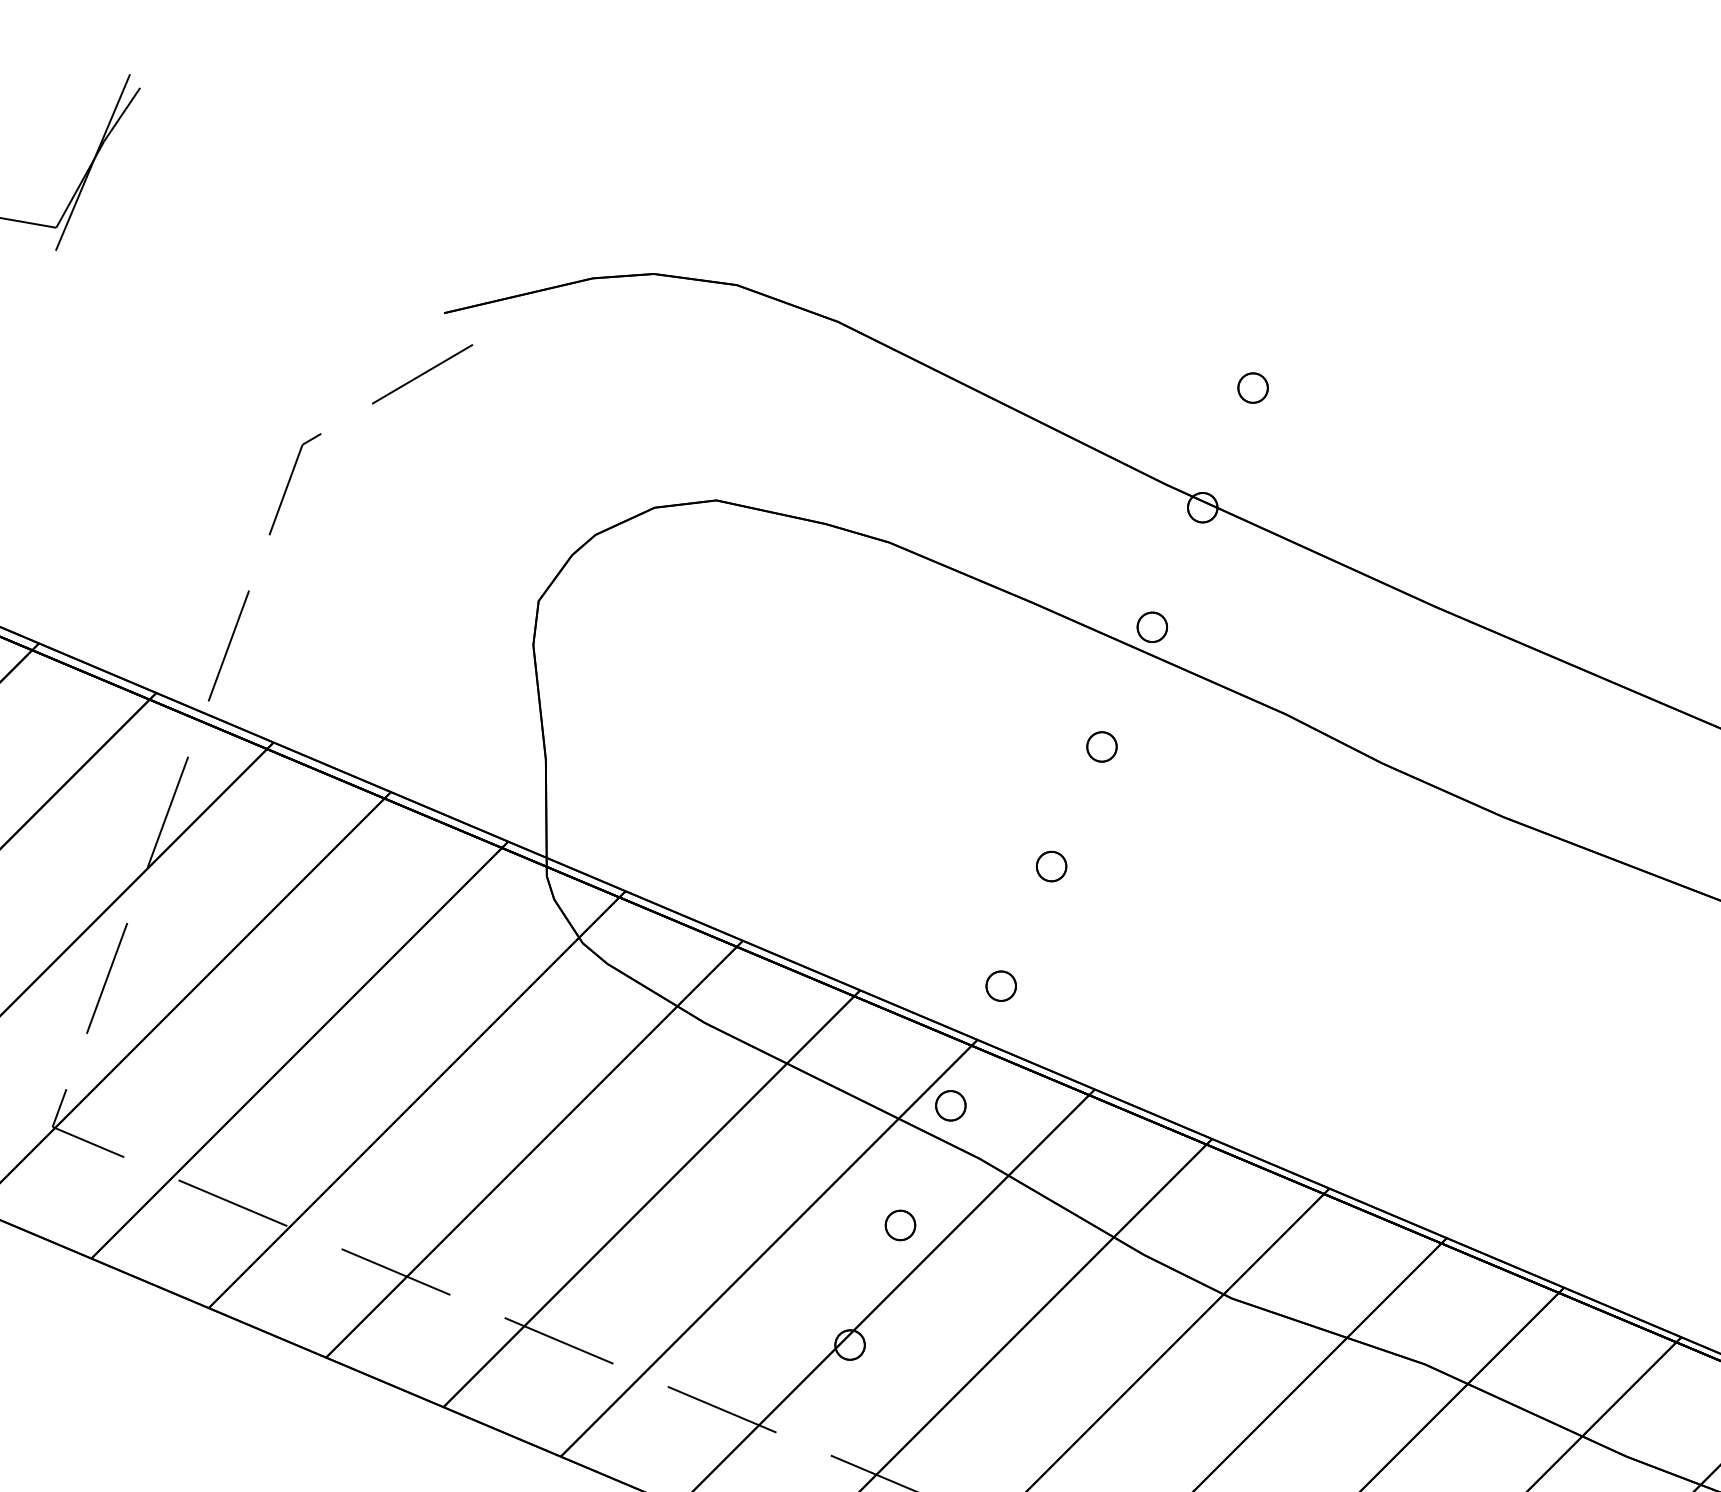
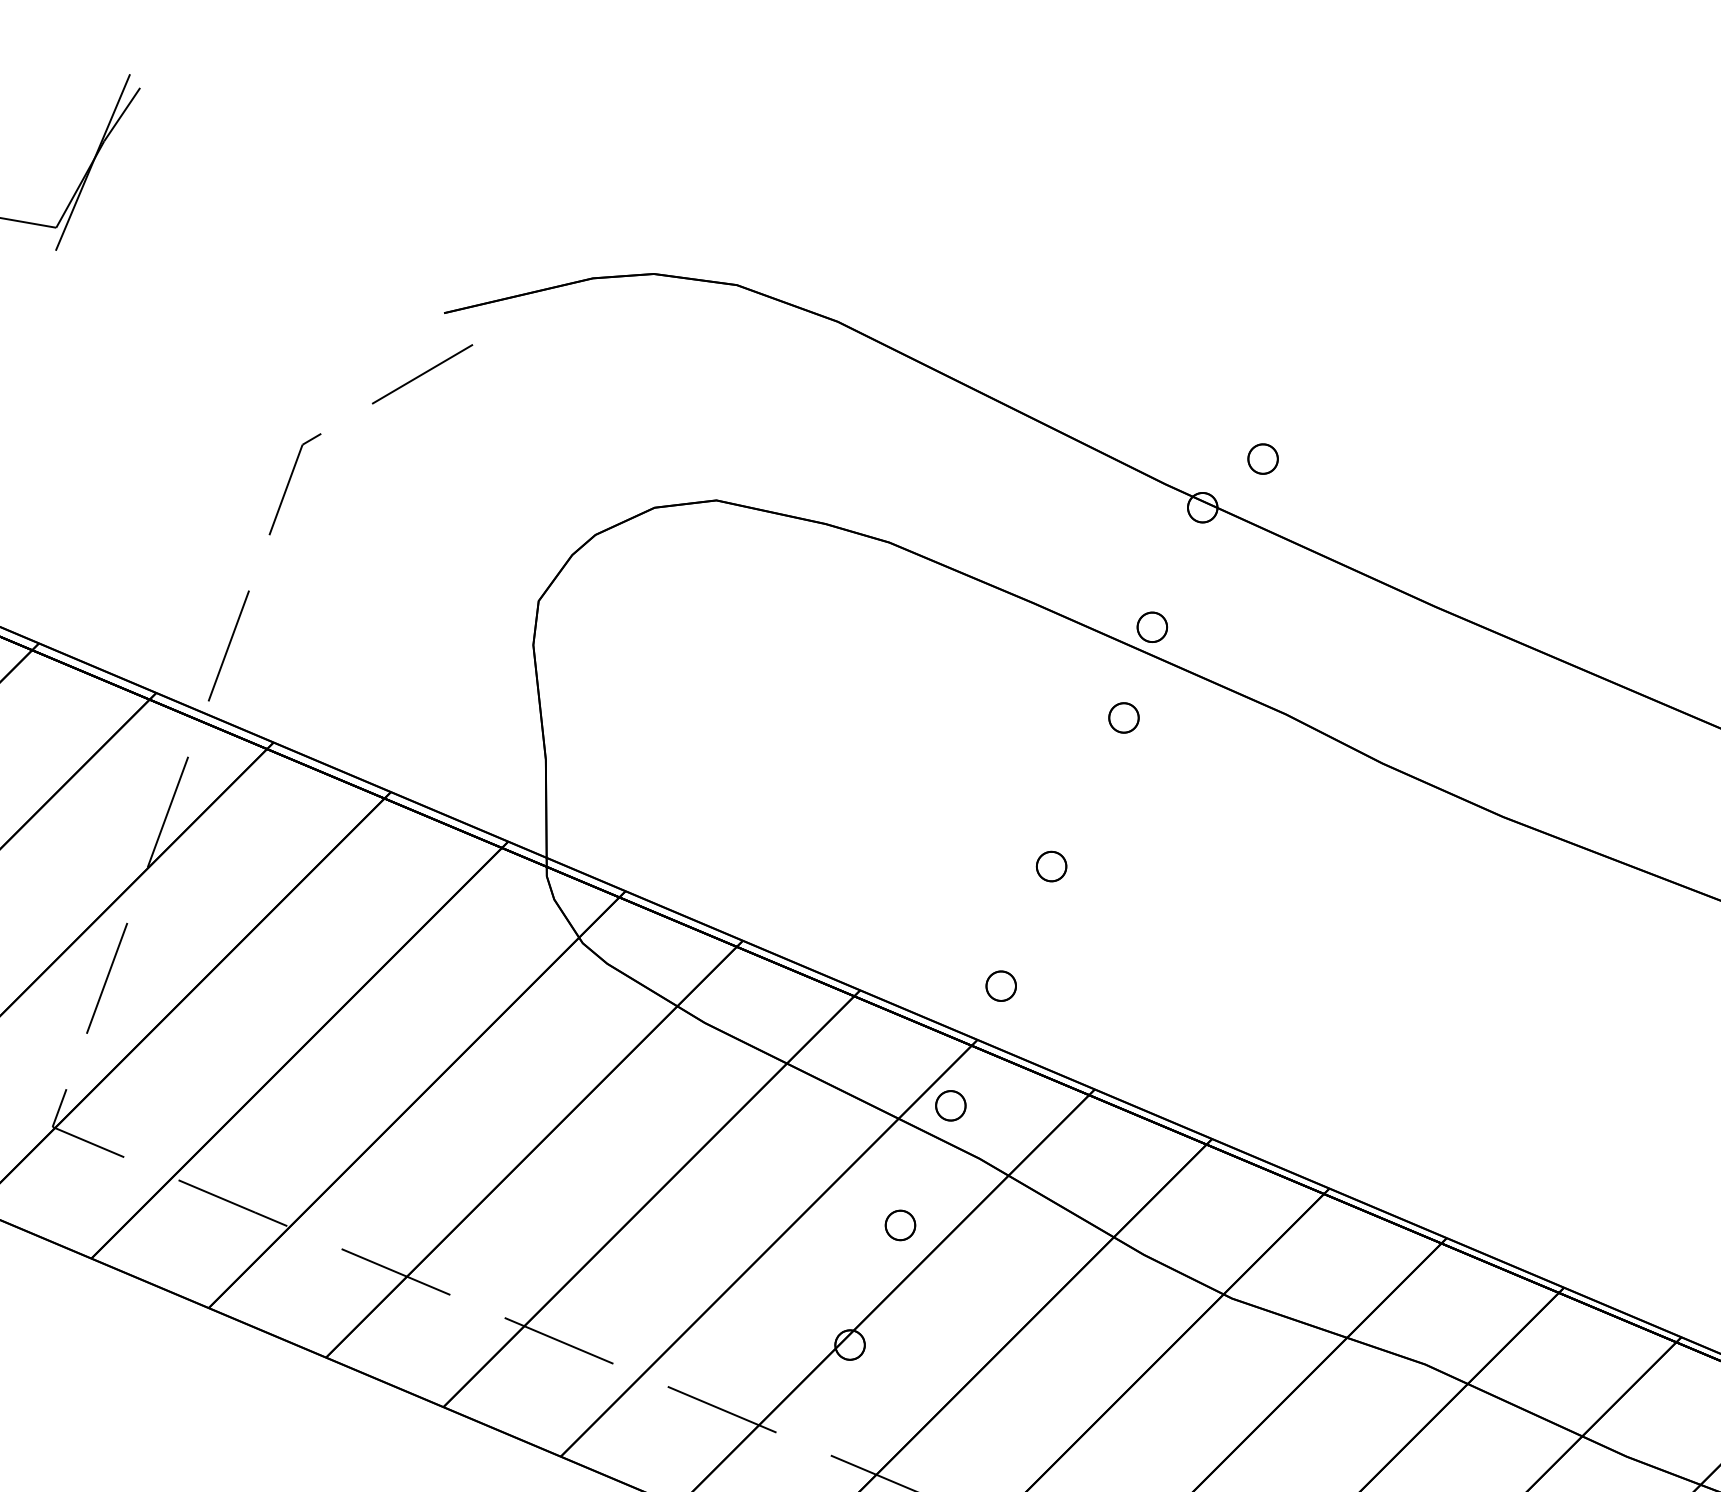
part at (1252, 387) position: (1252, 387) -> (1262, 458)
part at (1101, 746) position: (1101, 746) -> (1123, 717)
